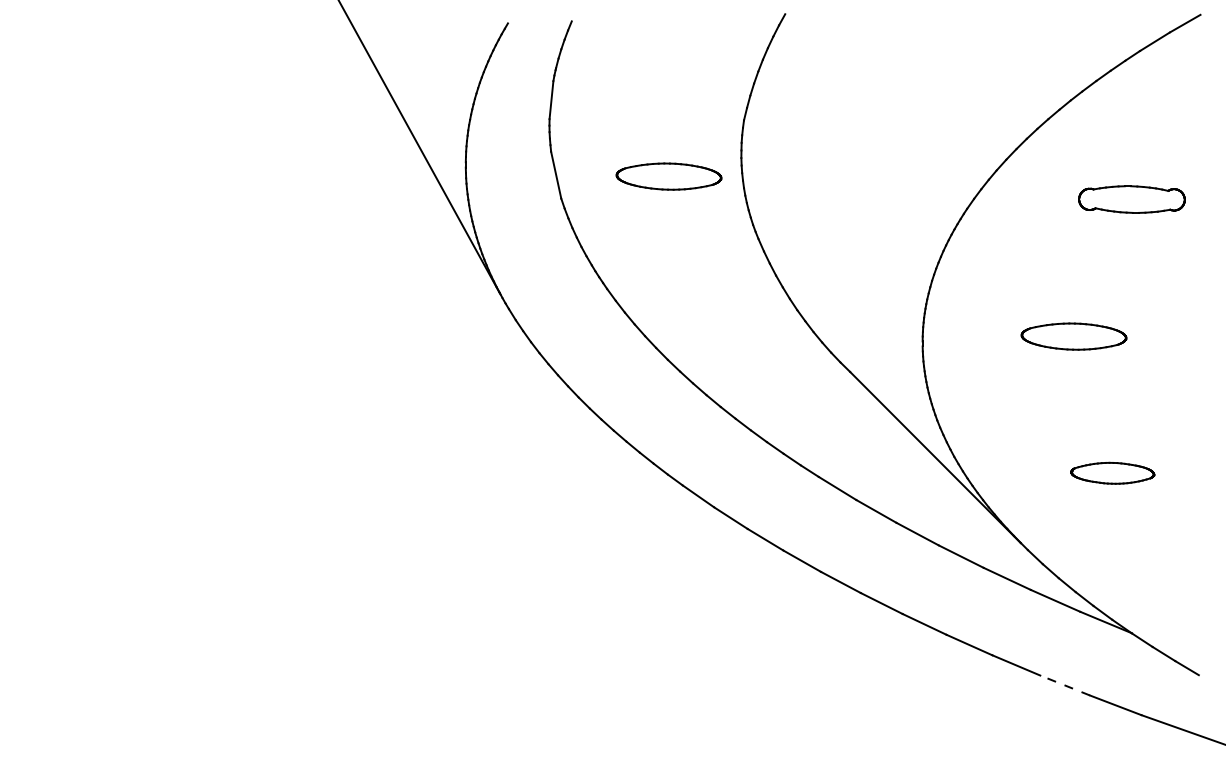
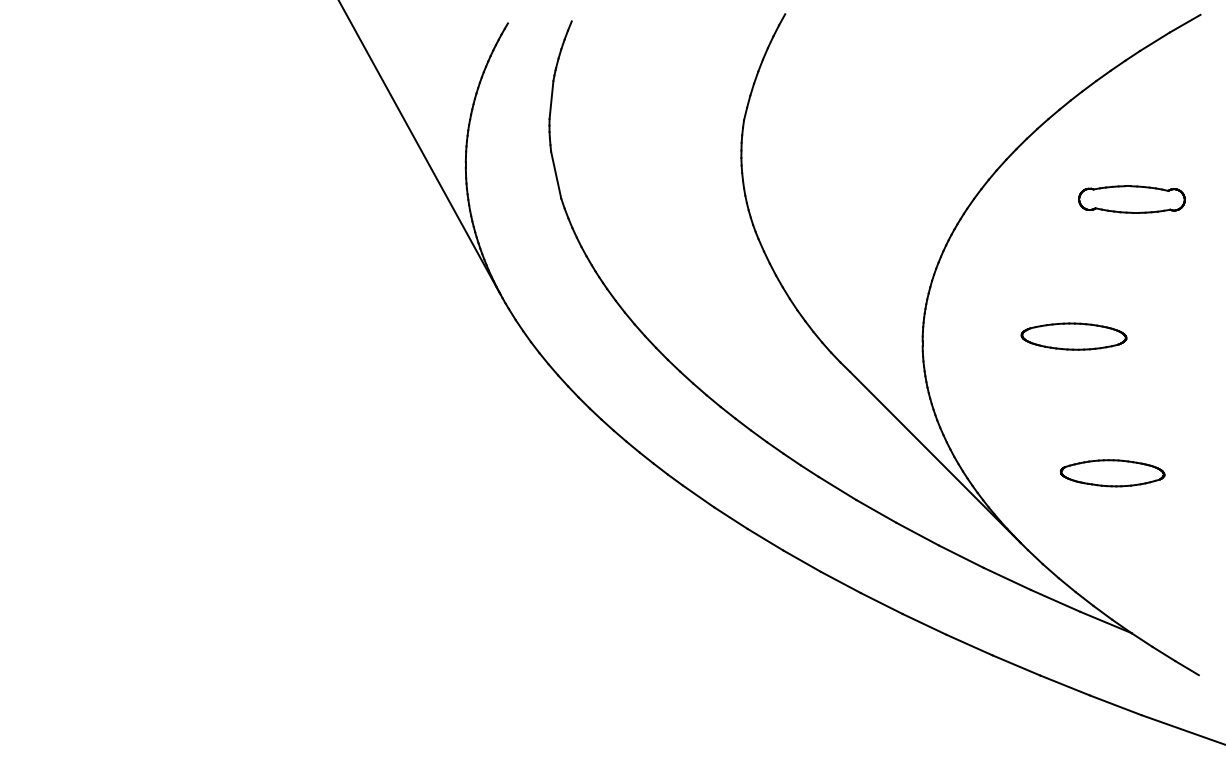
part at (668, 176): present -> none
part at (1112, 472) size: 86x24 px -> 106x29 px
line at (1065, 685): dashed -> solid
